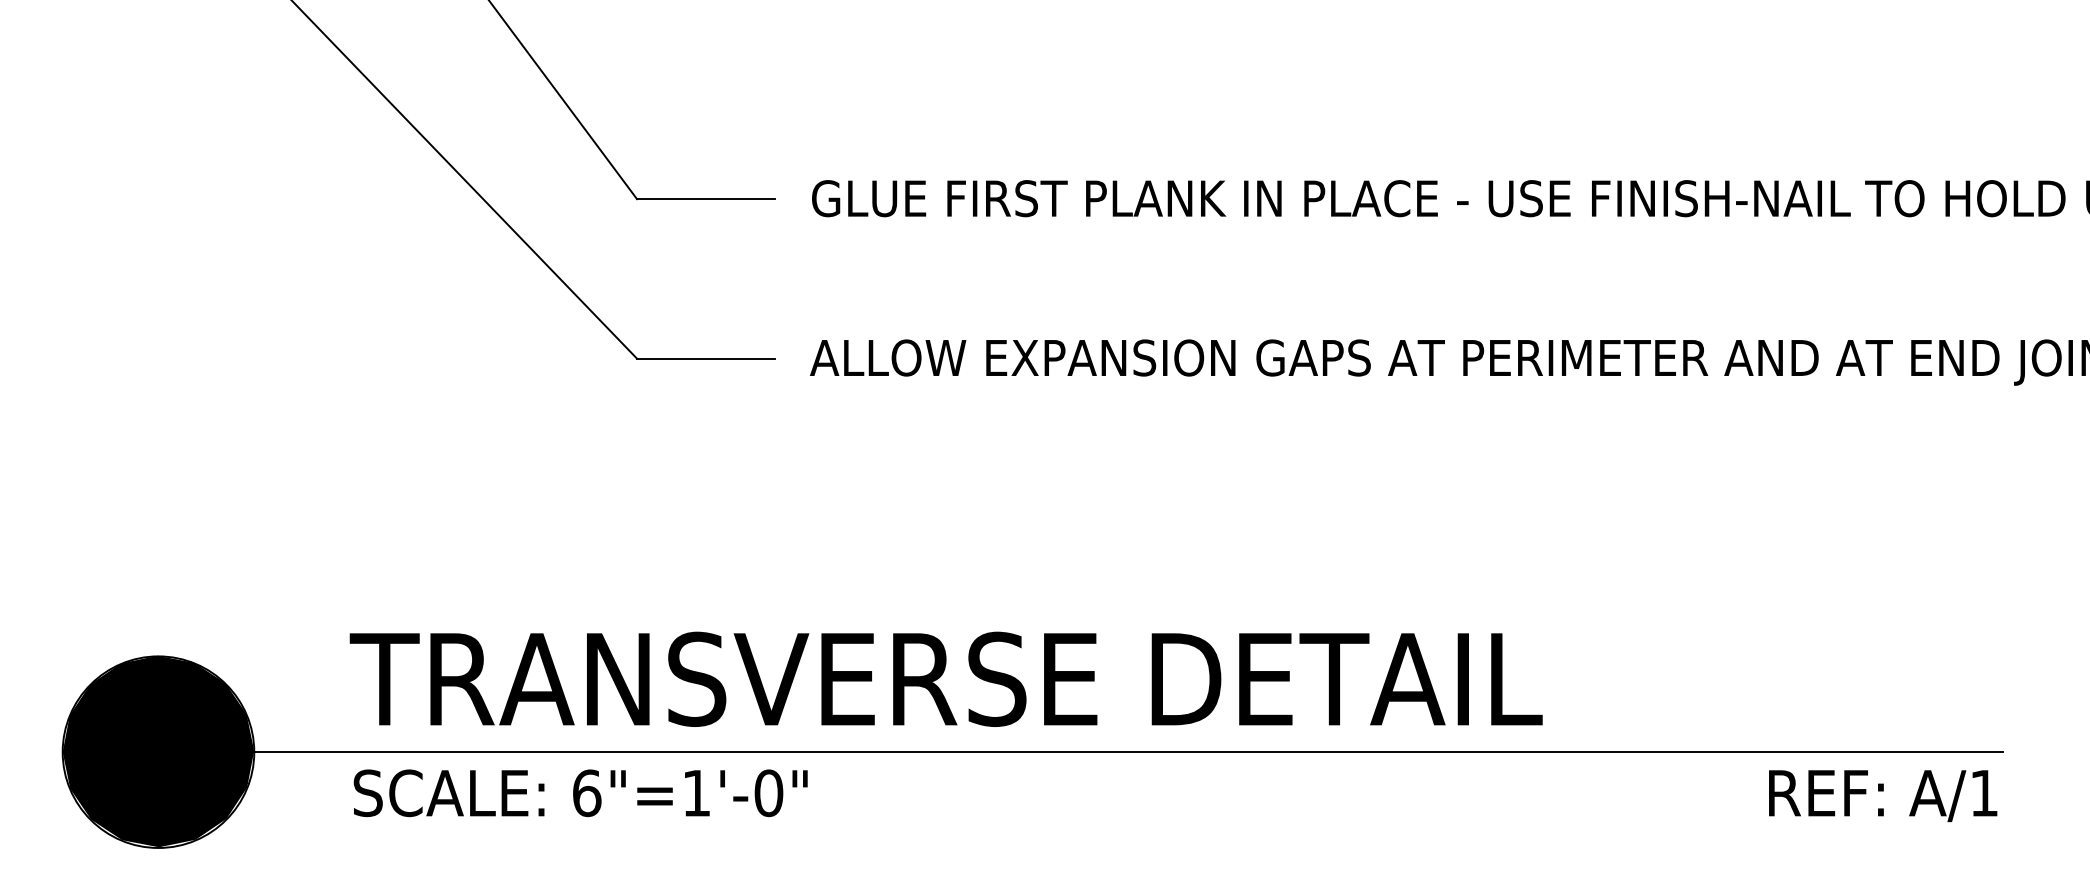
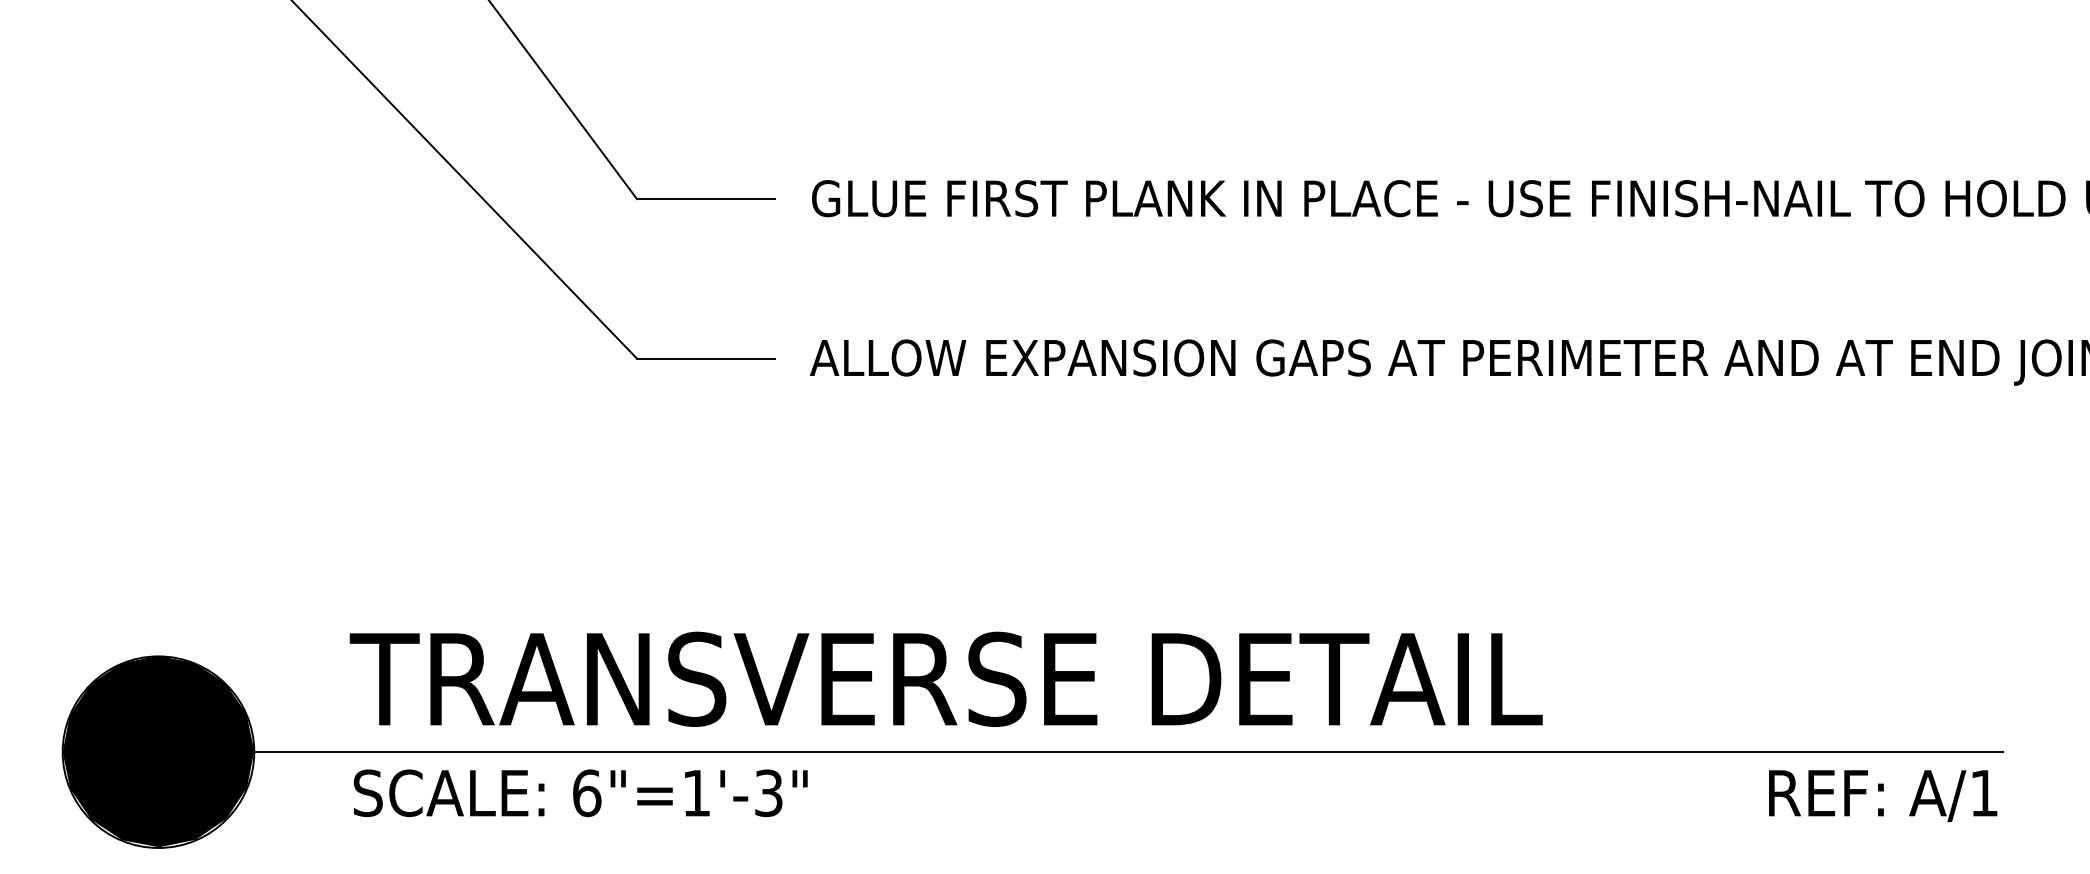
text at (768, 793): 6"=1'-0" -> 6"=1'-3"
